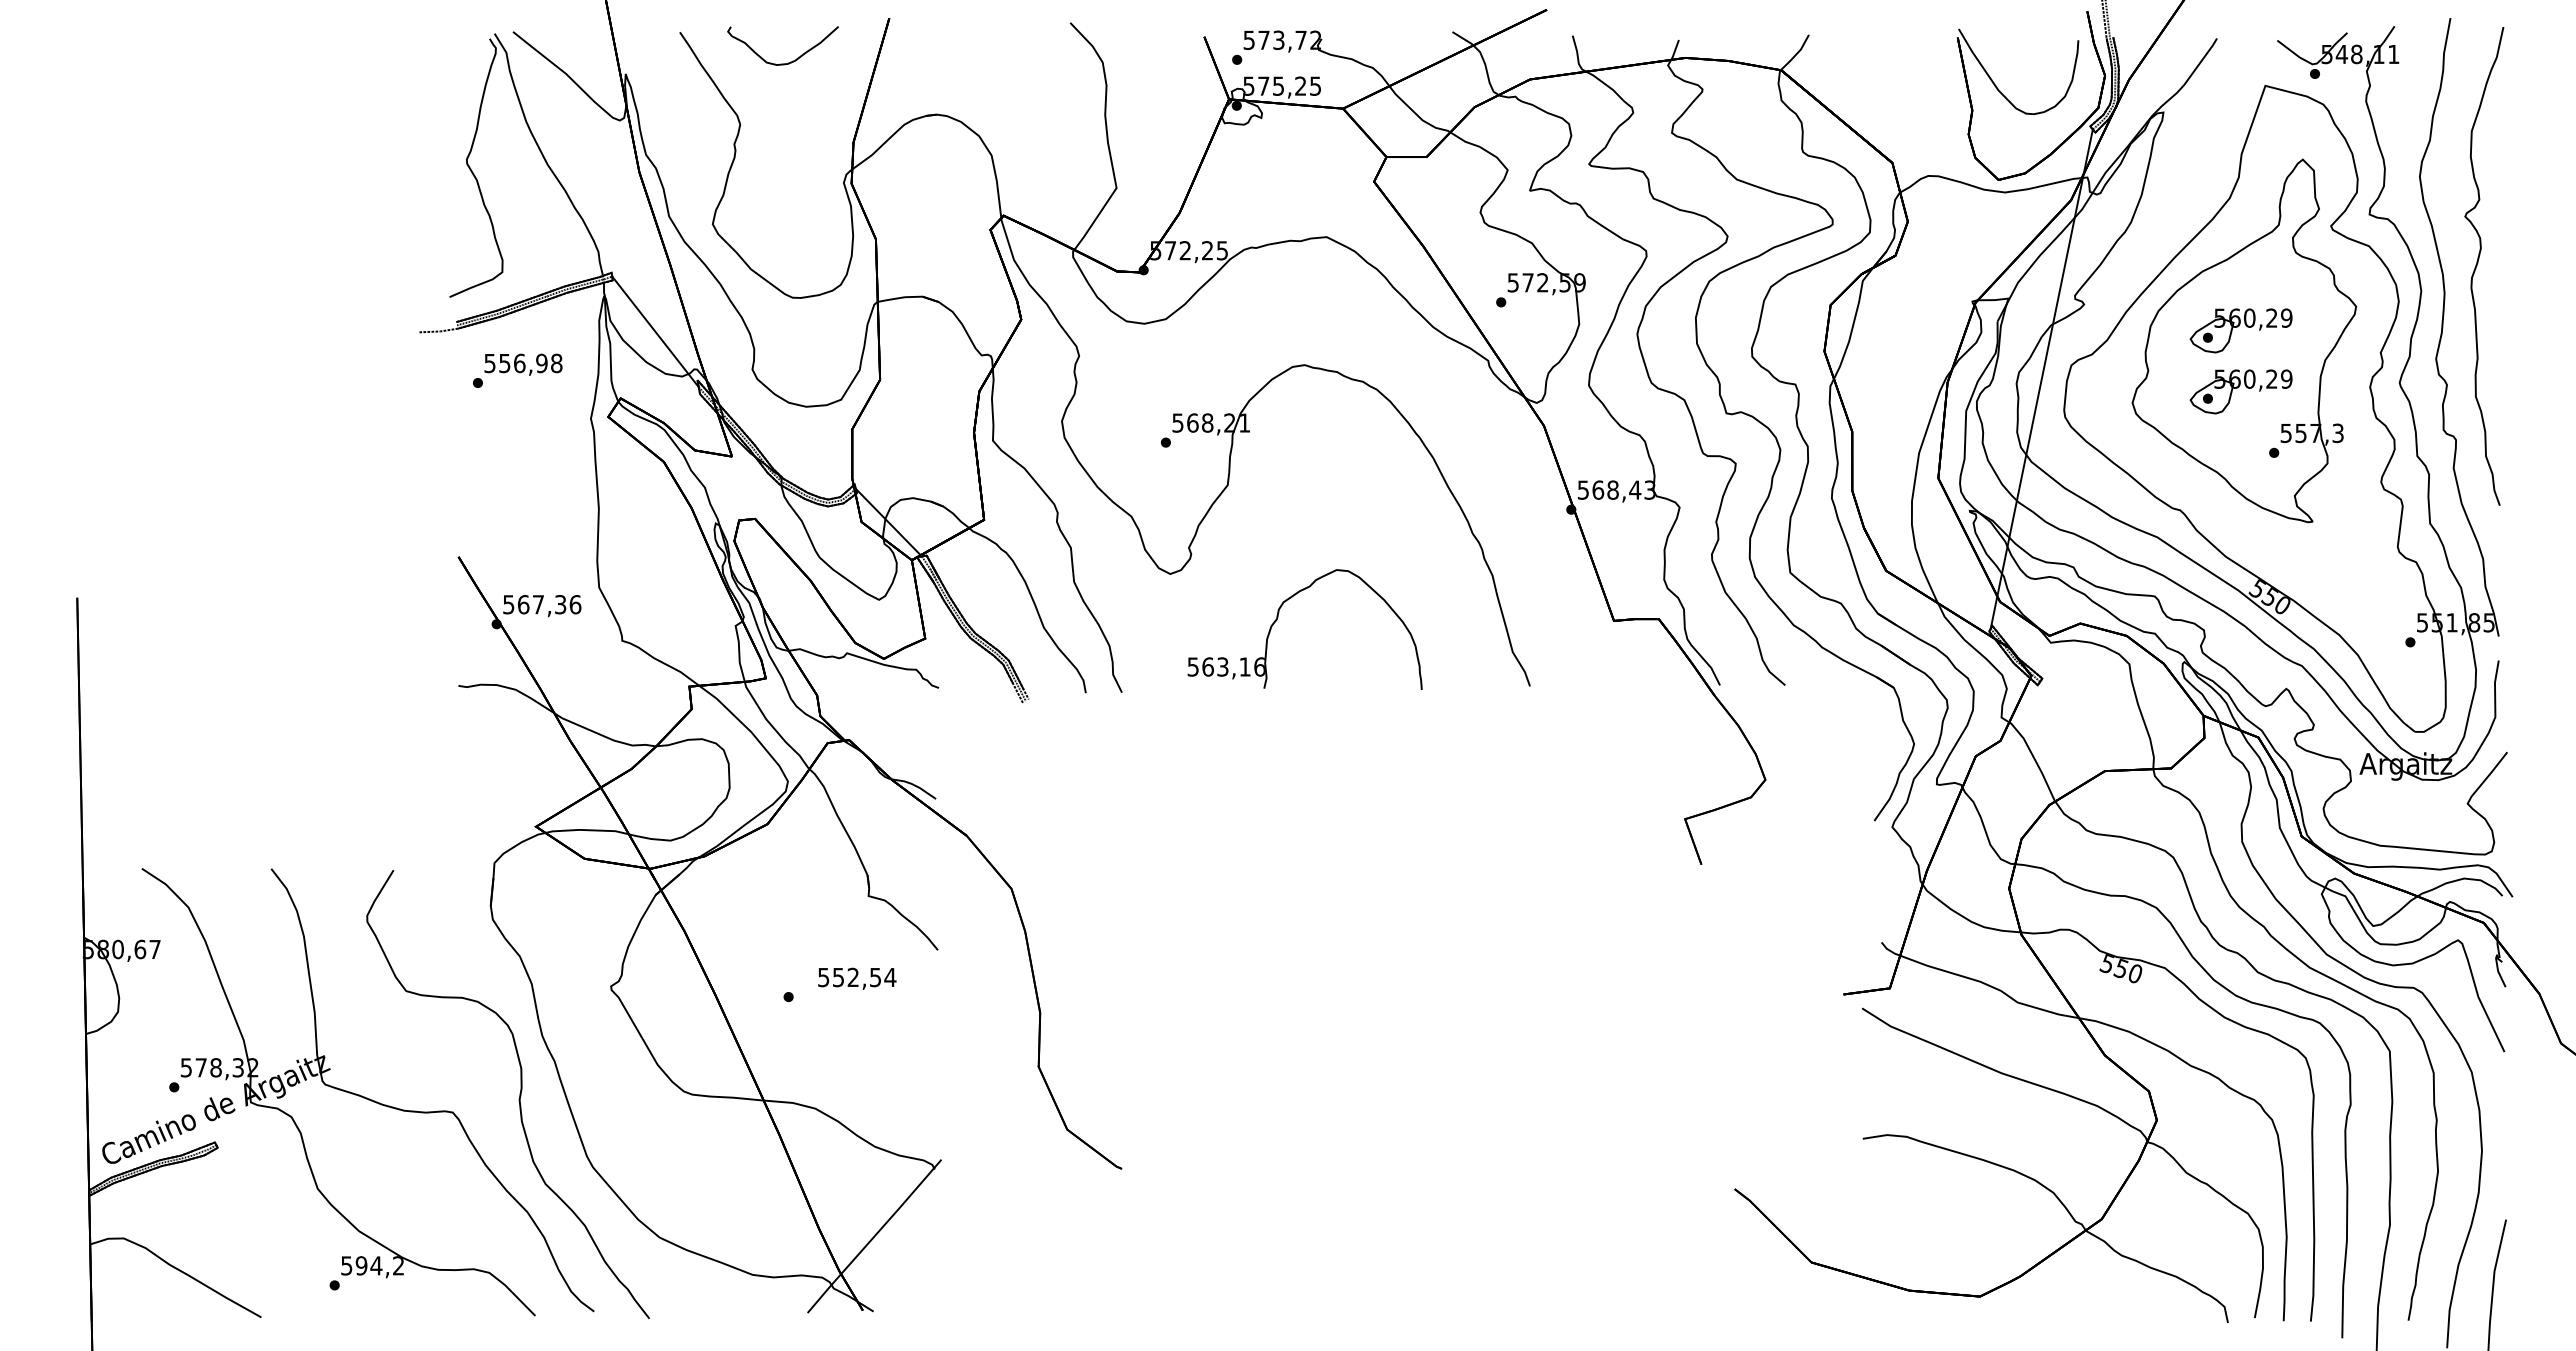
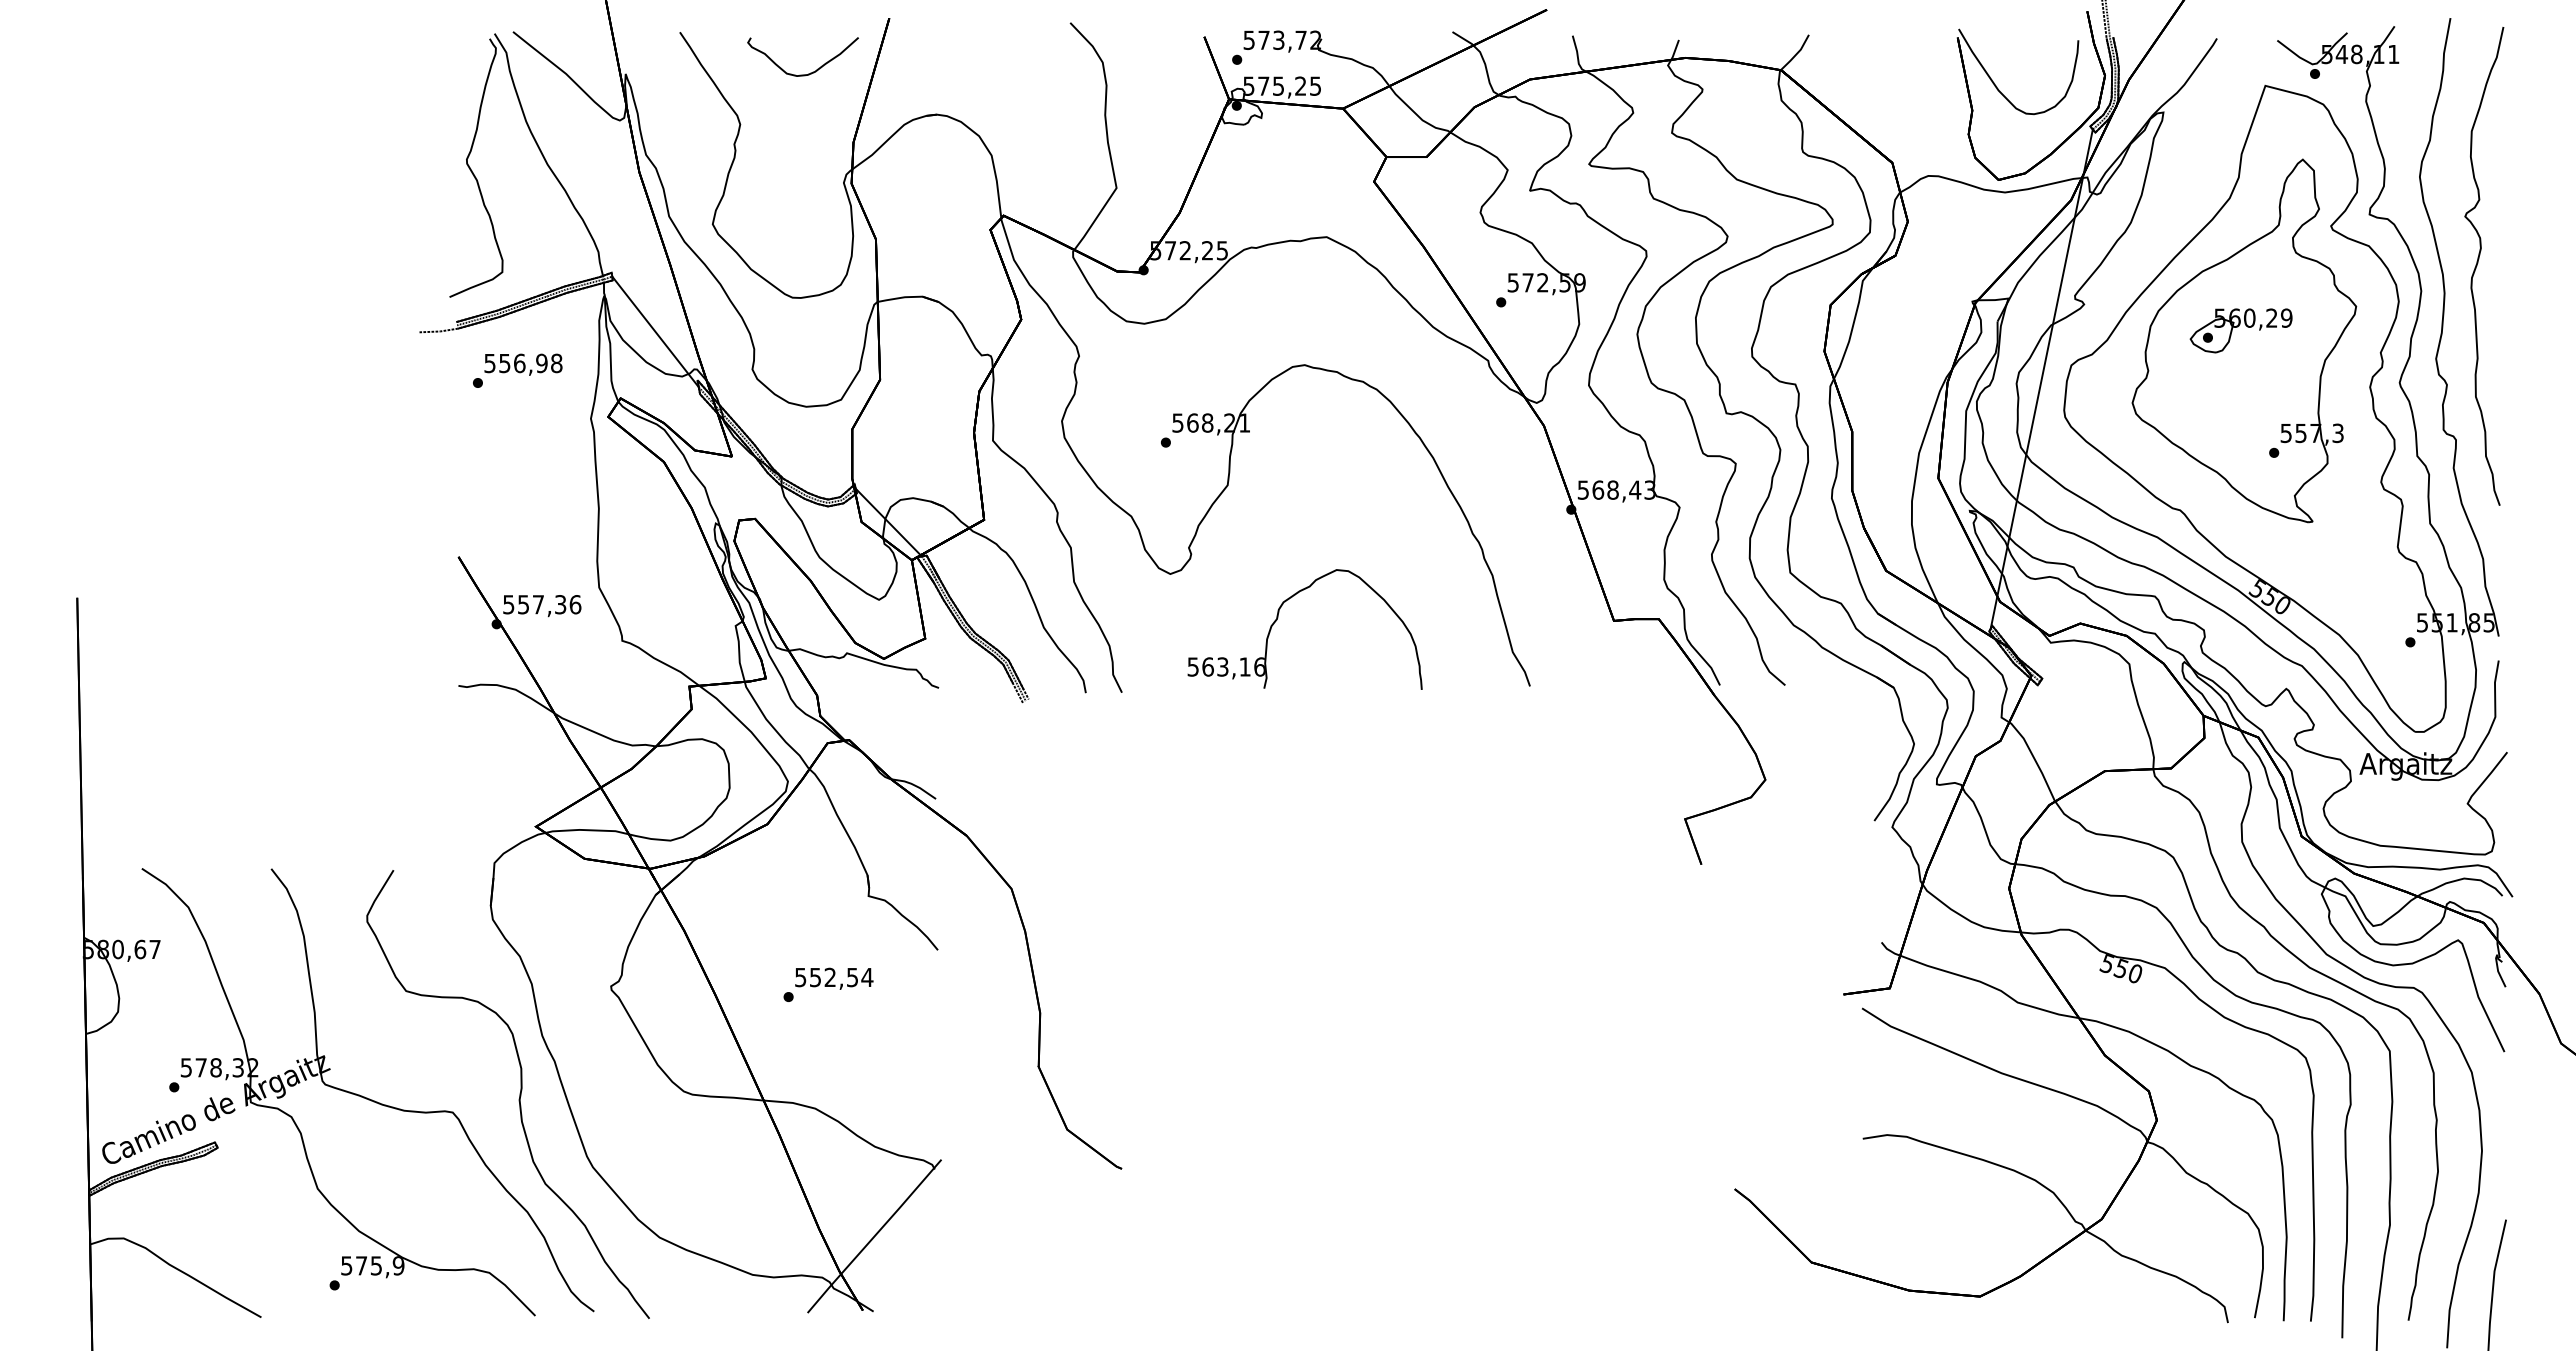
part at (790, 61) position: (790, 61) -> (810, 72)
part at (2240, 391): present -> none
text at (523, 604): 567,36 -> 557,36
text at (857, 978) position: (857, 978) -> (834, 978)
text at (379, 1265): 594,2 -> 575,9
